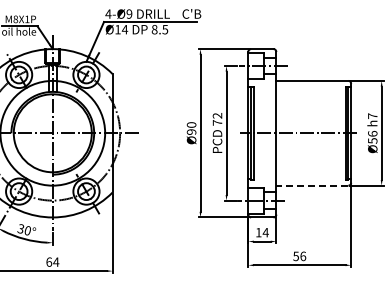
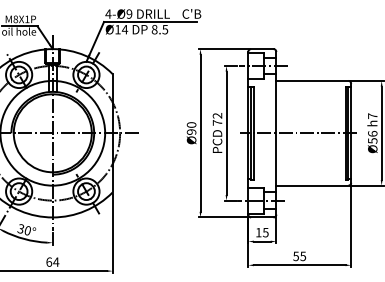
line at (311, 185): dashed -> solid
text at (265, 232): 14 -> 15
text at (303, 256): 56 -> 55
